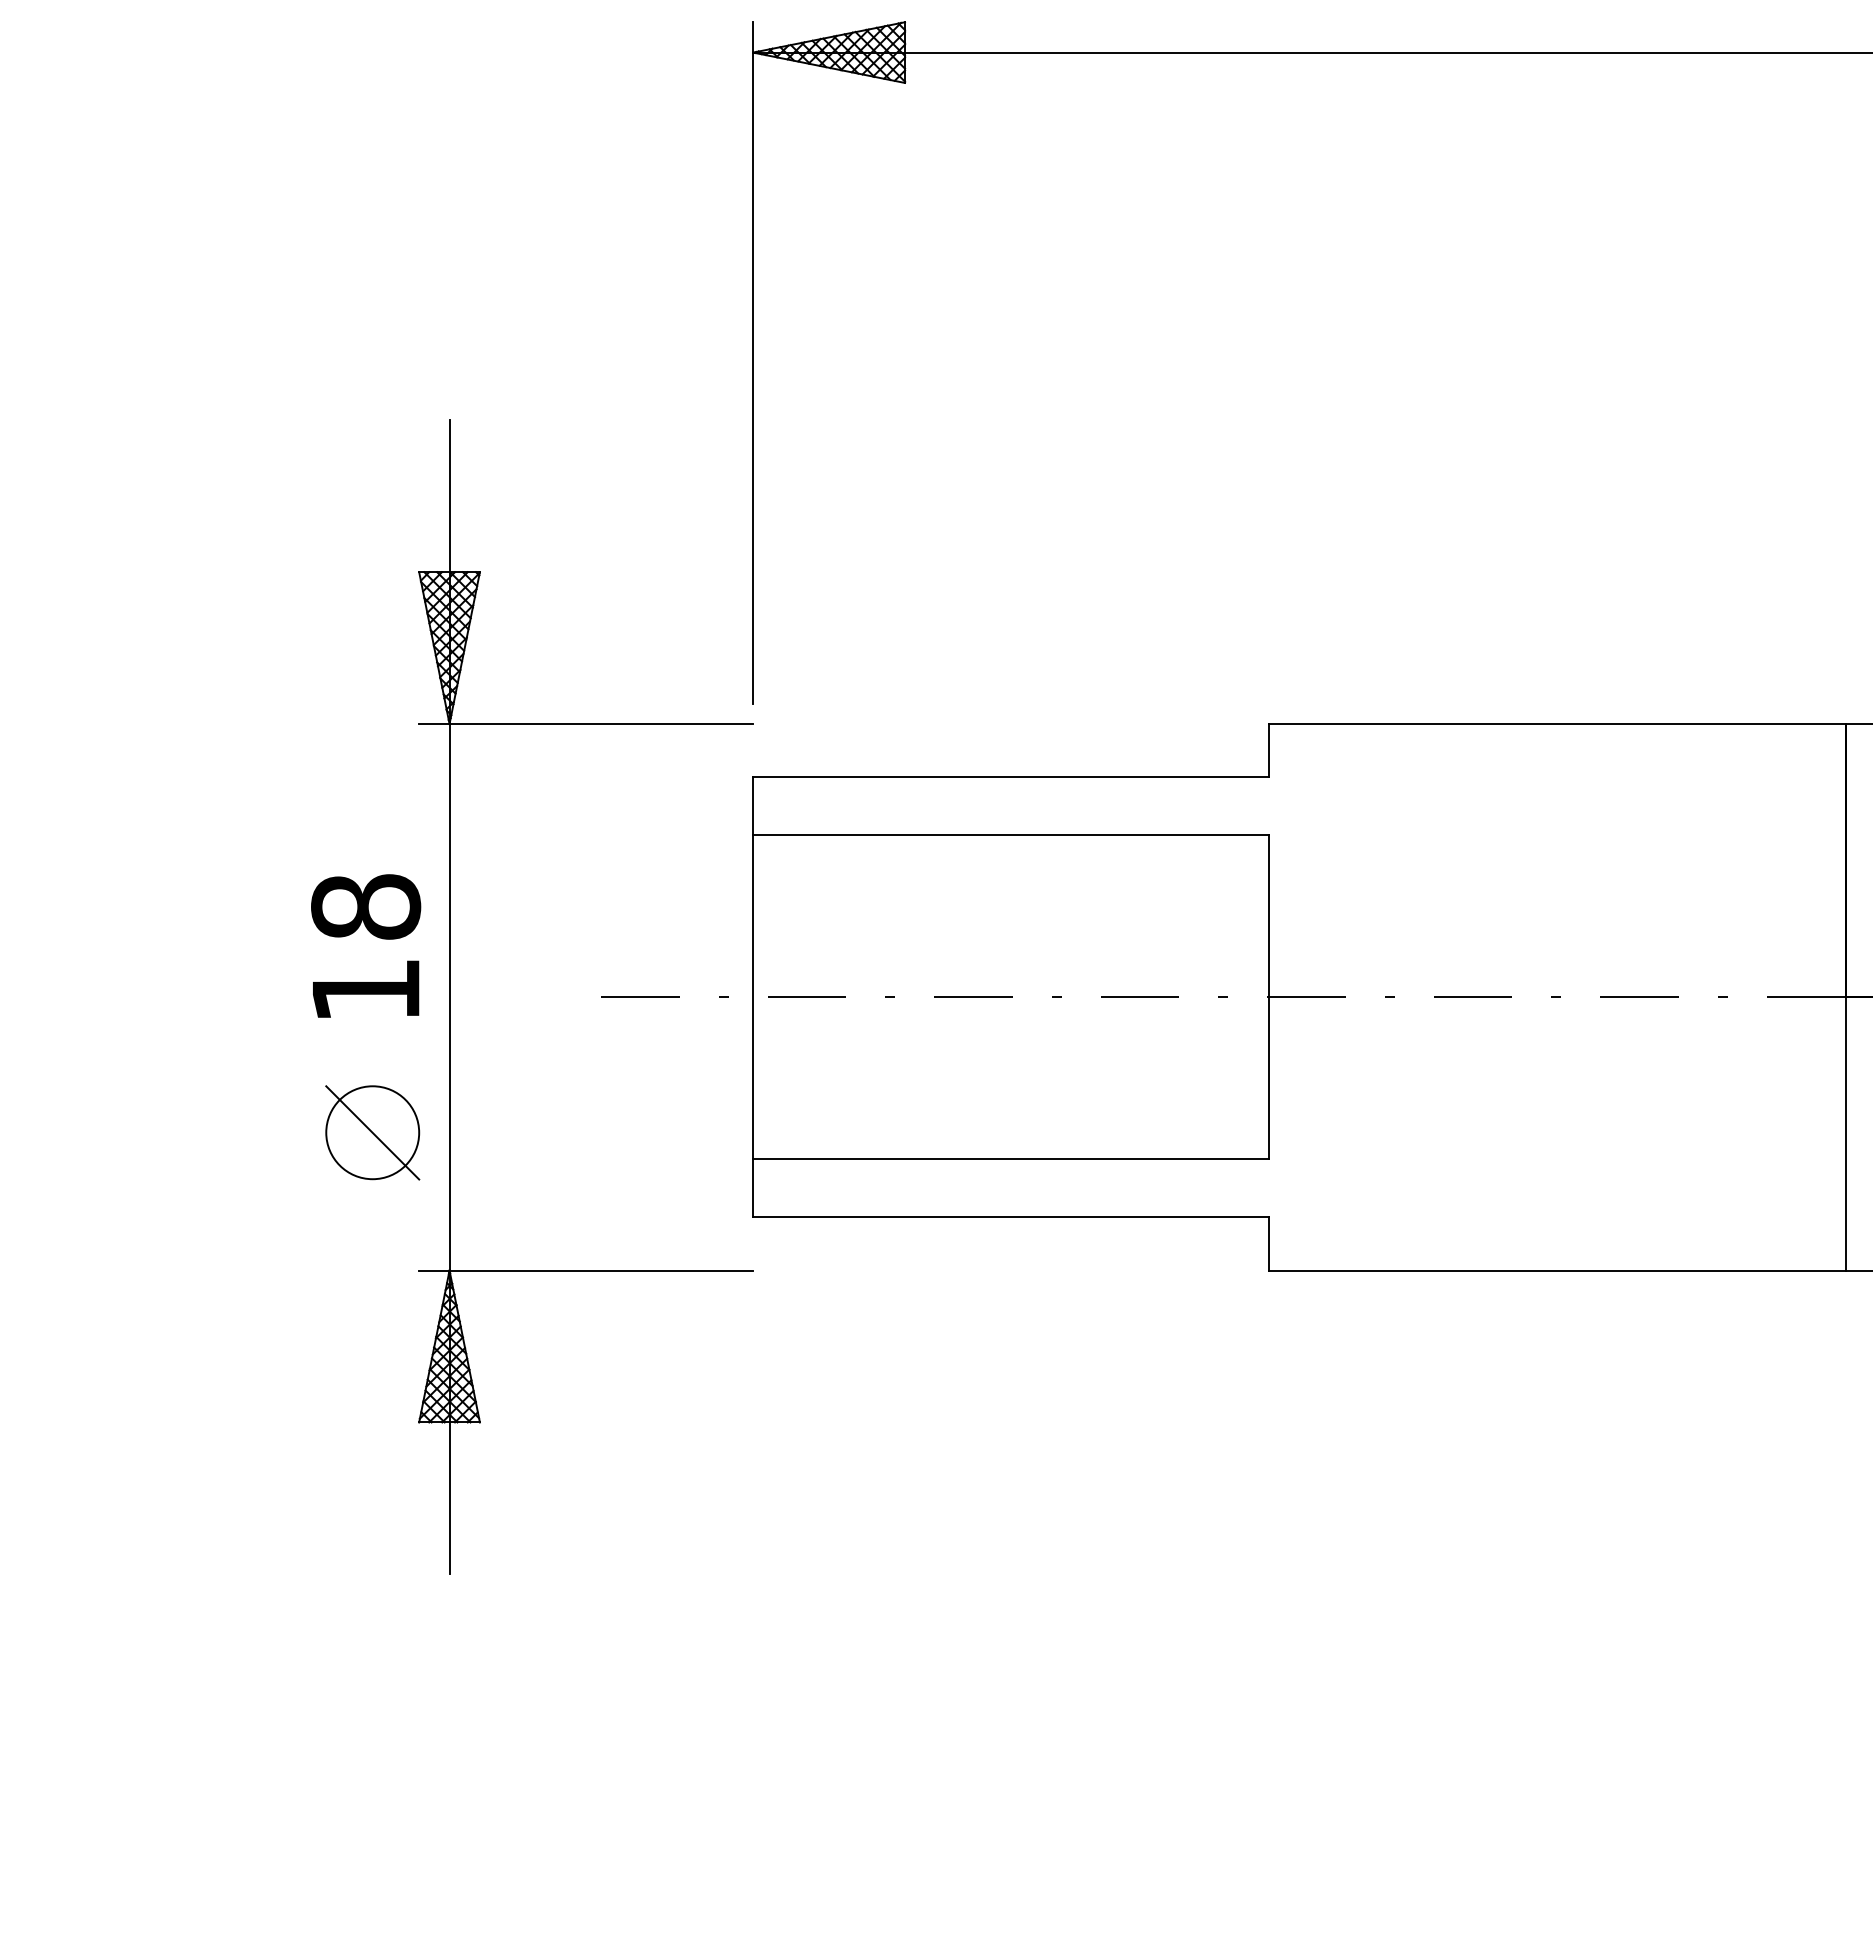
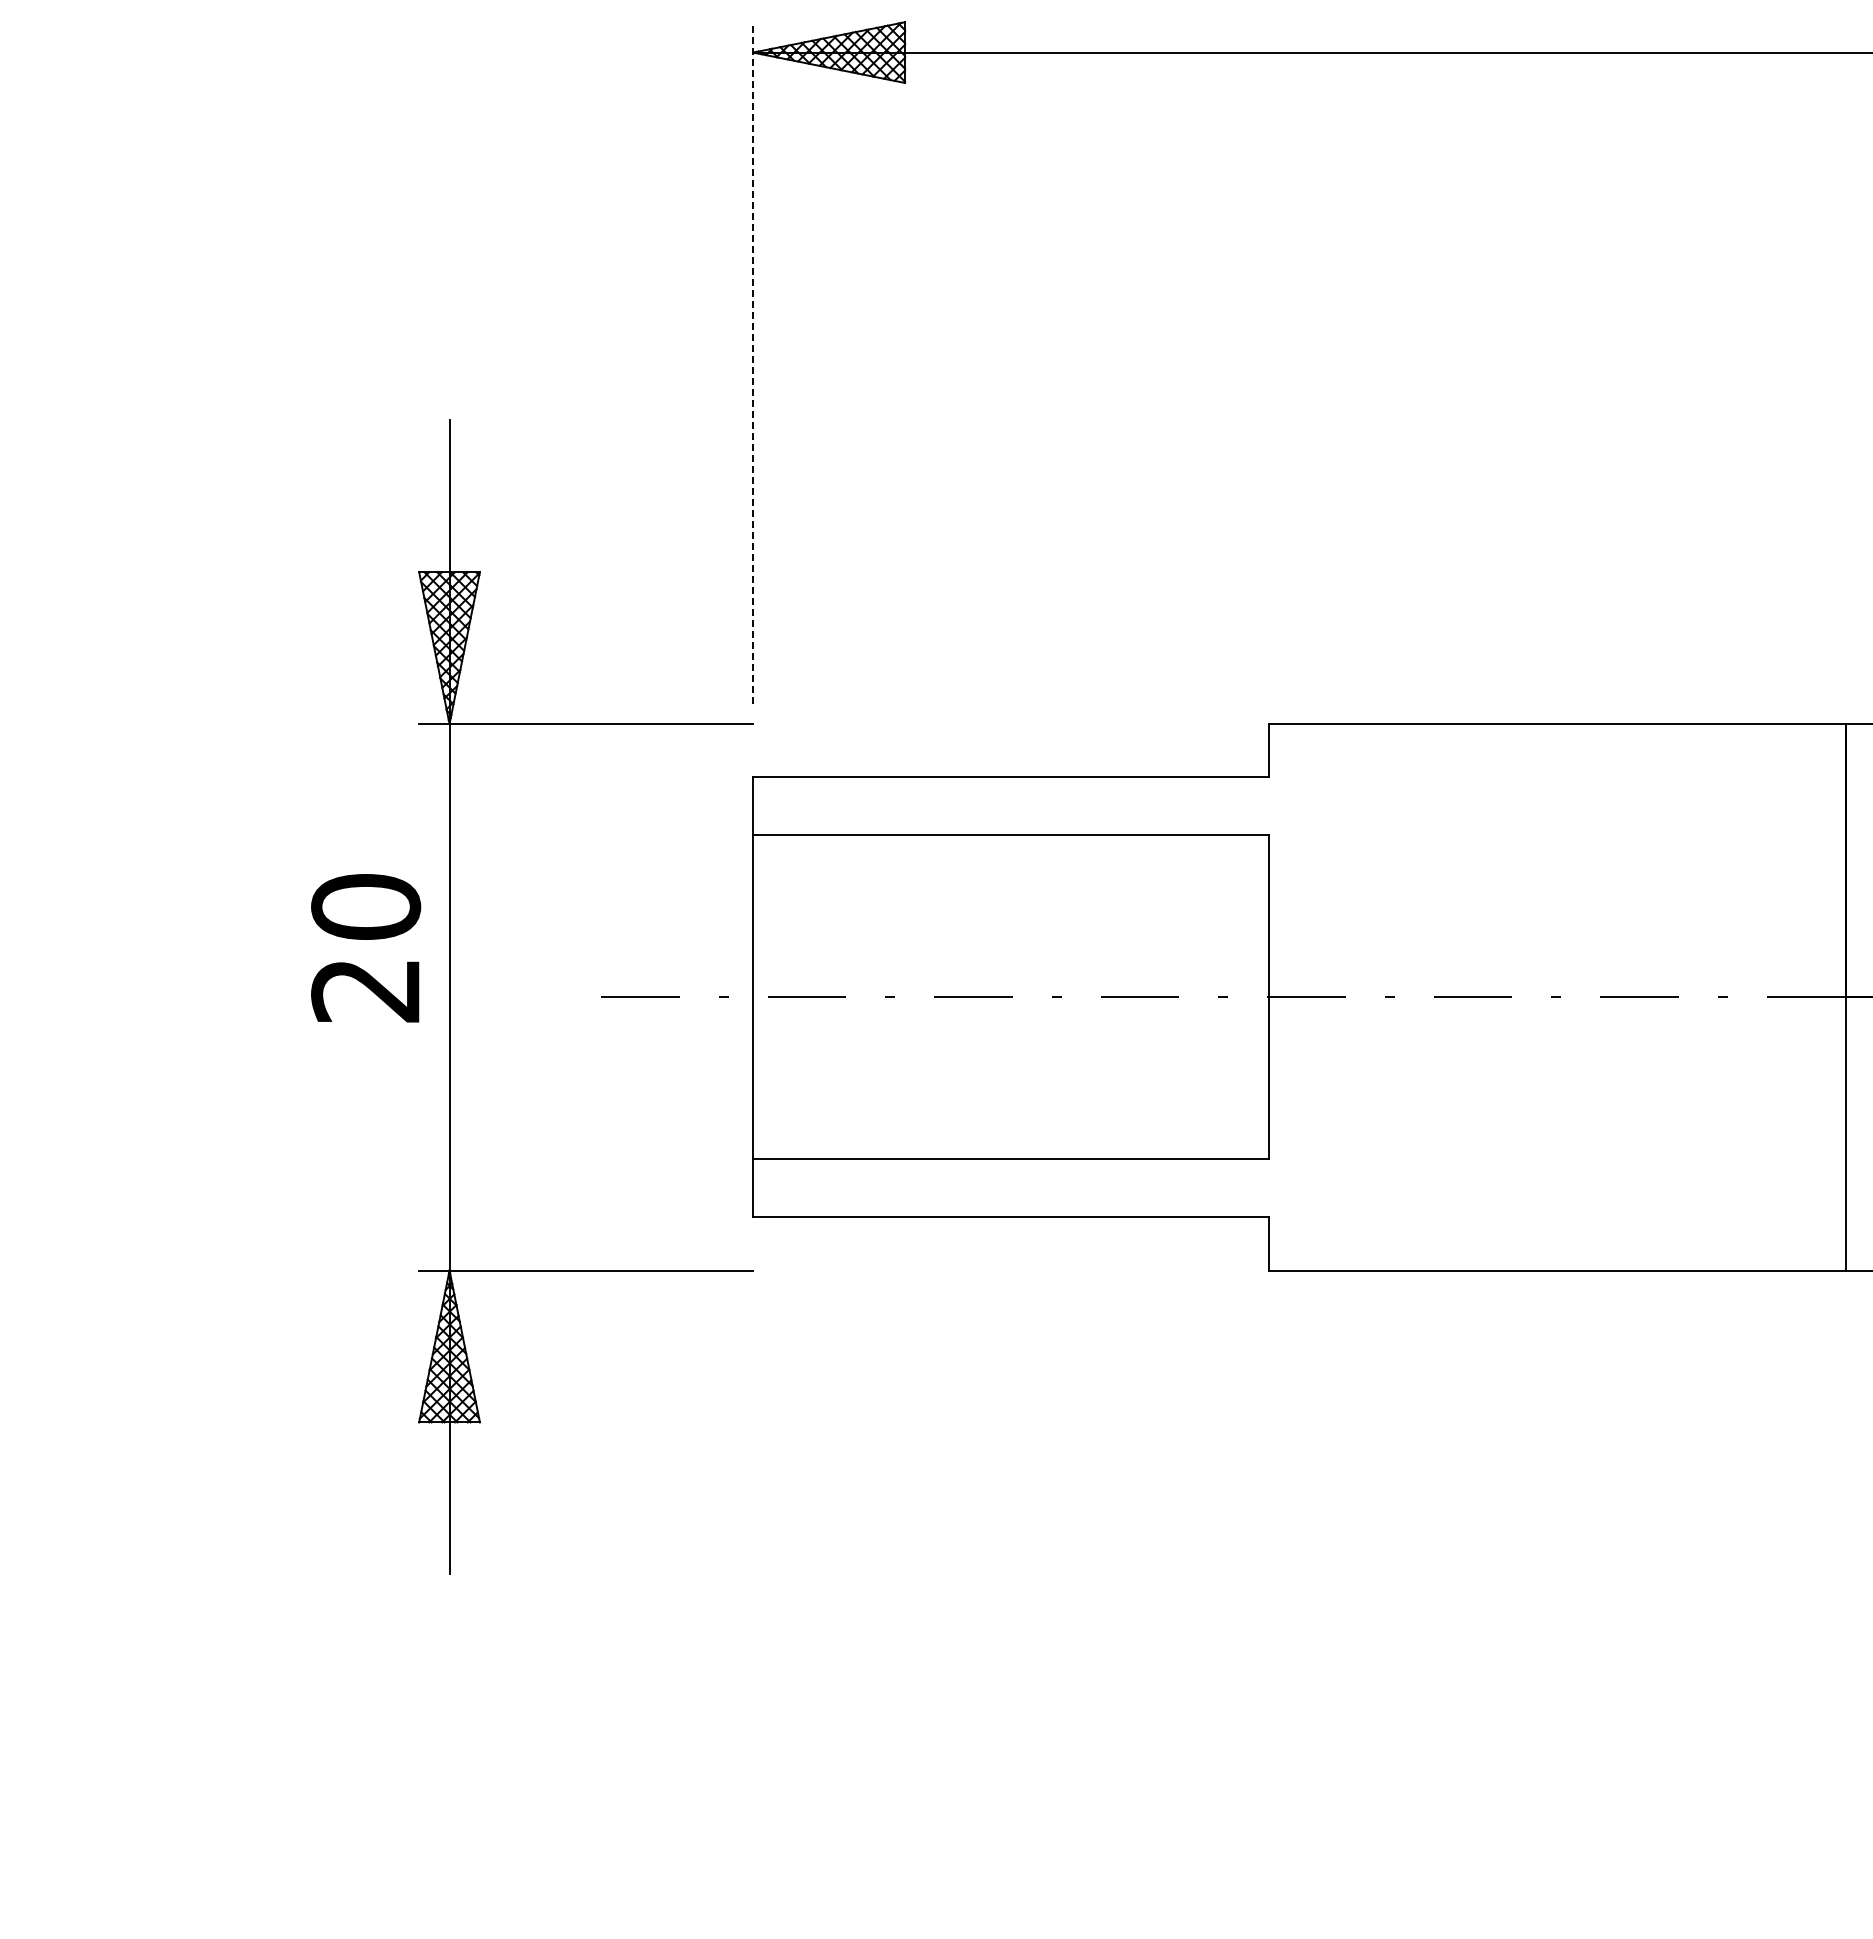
line at (753, 362): solid -> dashed
text at (365, 948): 18 -> 20
part at (372, 1132): present -> none
